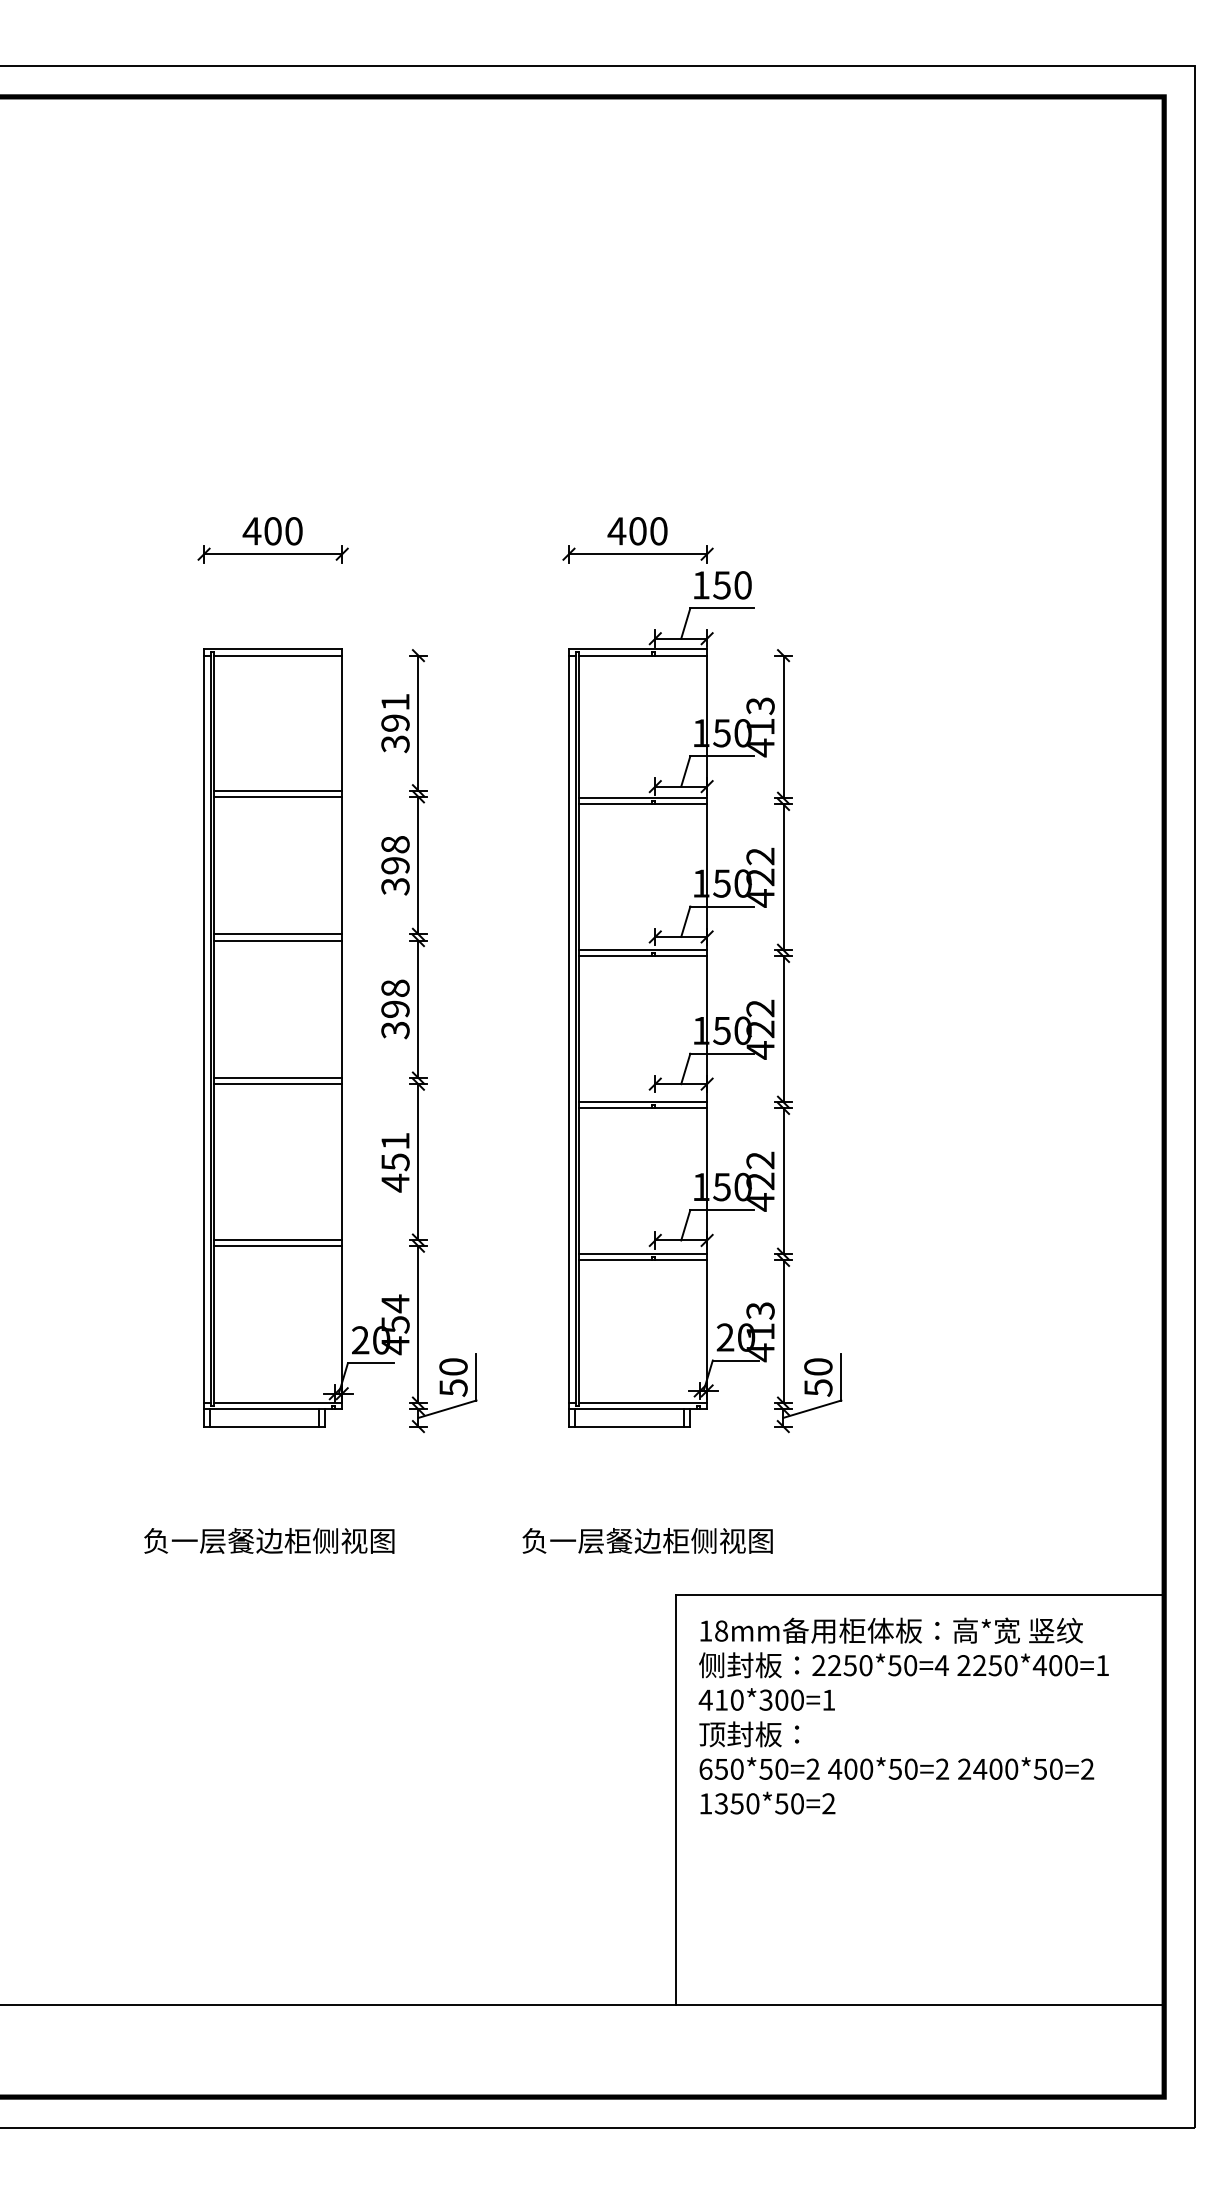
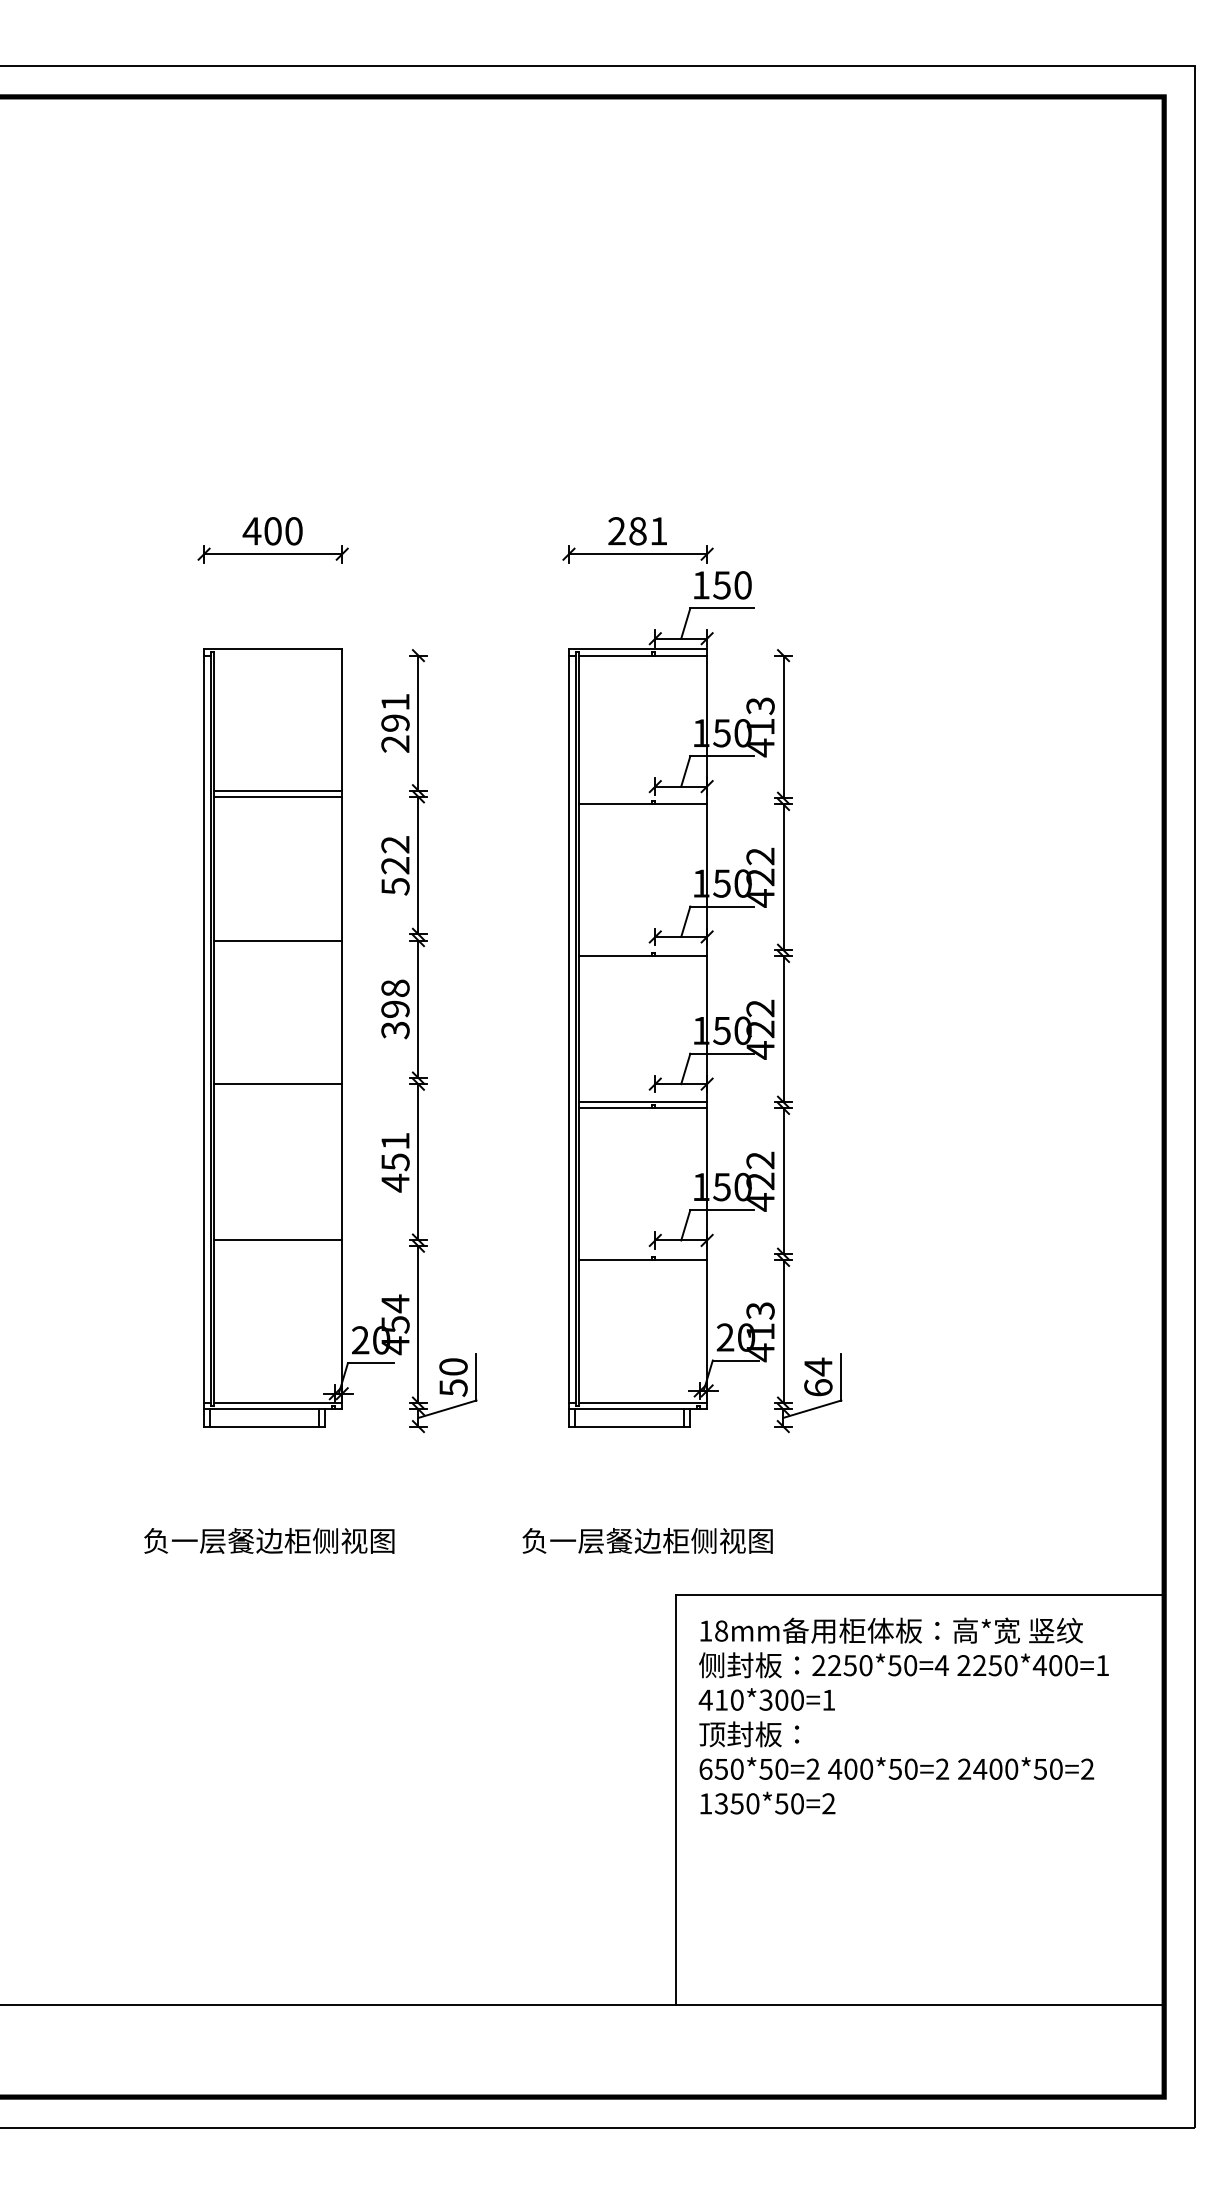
text at (637, 531): 400 -> 281
line at (278, 655): present -> none
text at (395, 744): 391 -> 291
line at (642, 798): present -> none
text at (395, 865): 398 -> 522
line at (278, 934): present -> none
line at (642, 950): present -> none
line at (278, 1078): present -> none
line at (278, 1246): present -> none
line at (642, 1254): present -> none
text at (818, 1376): 50 -> 64
